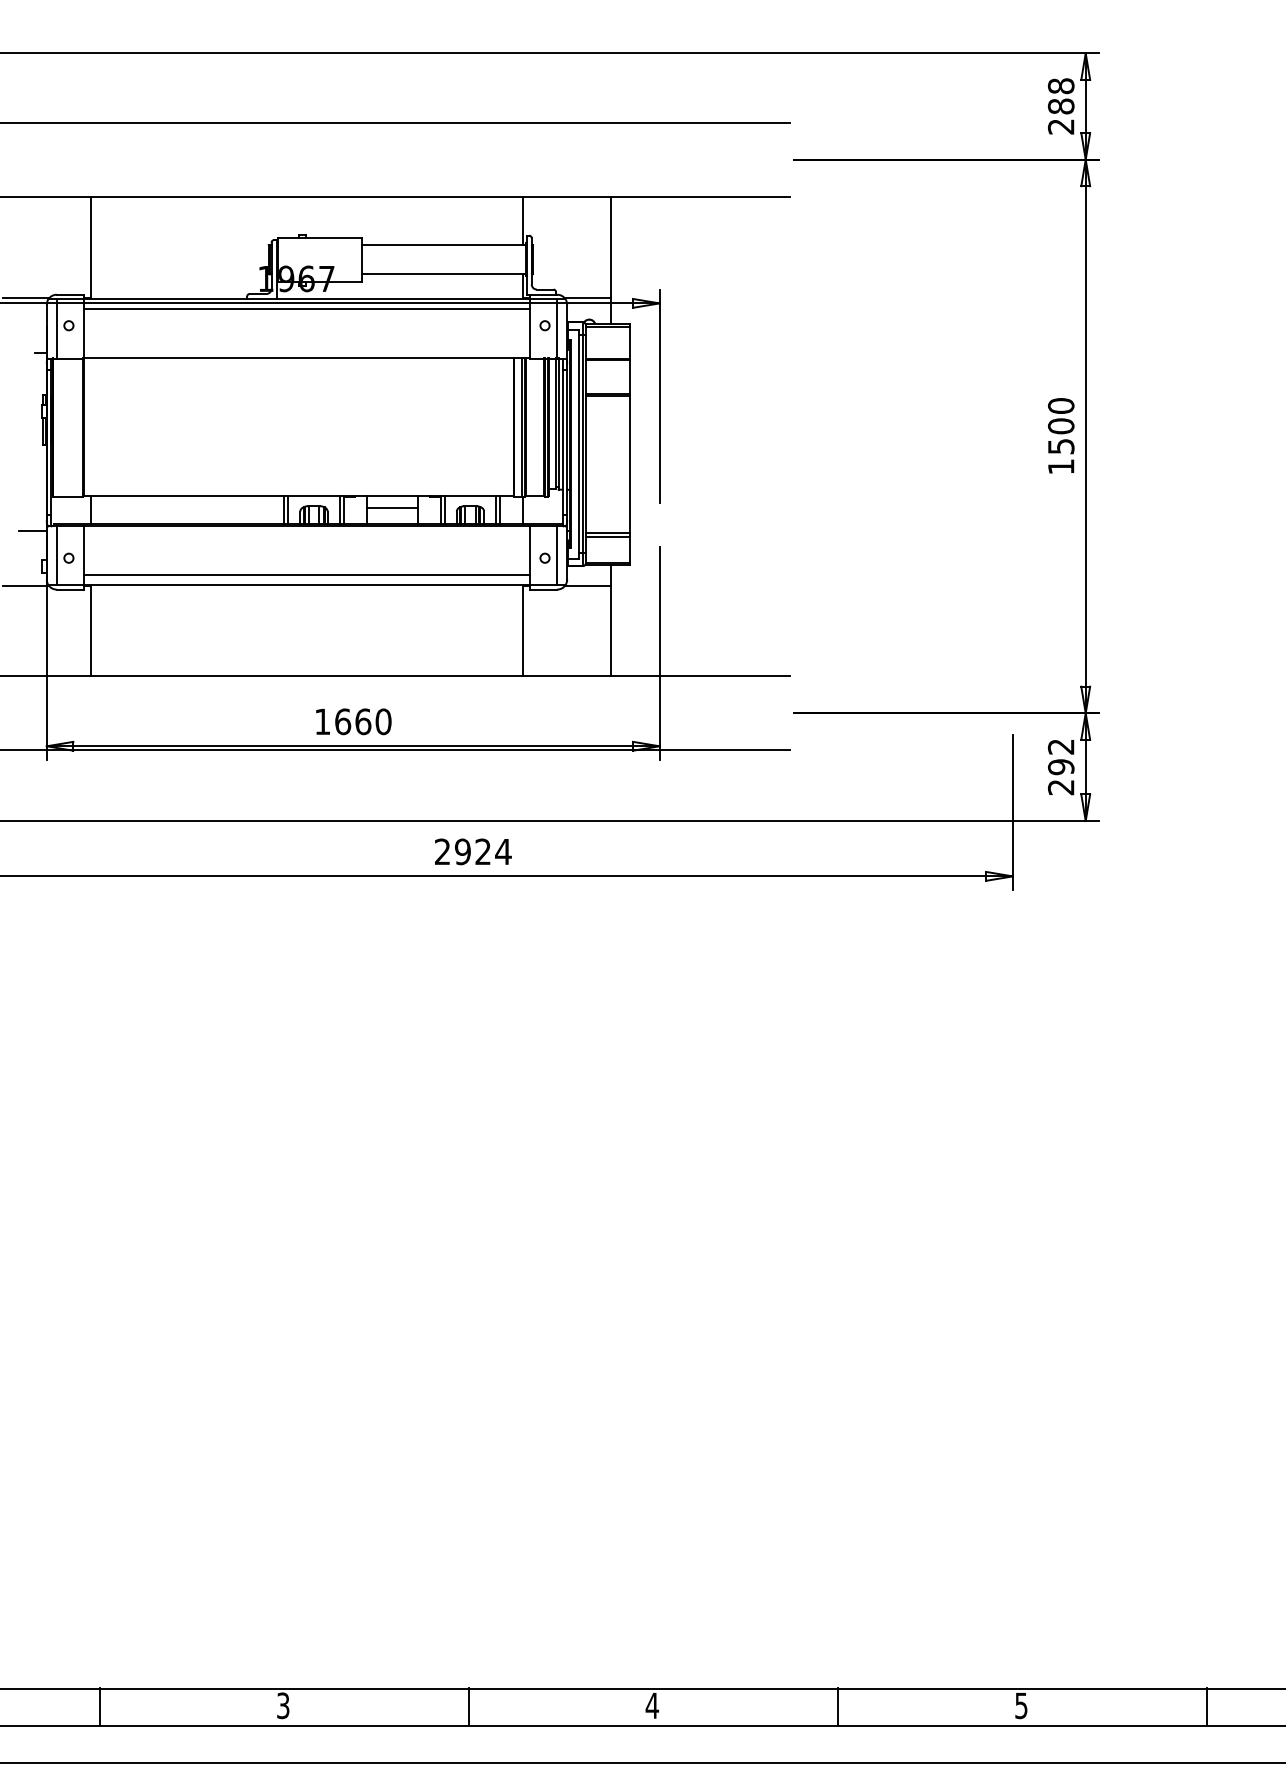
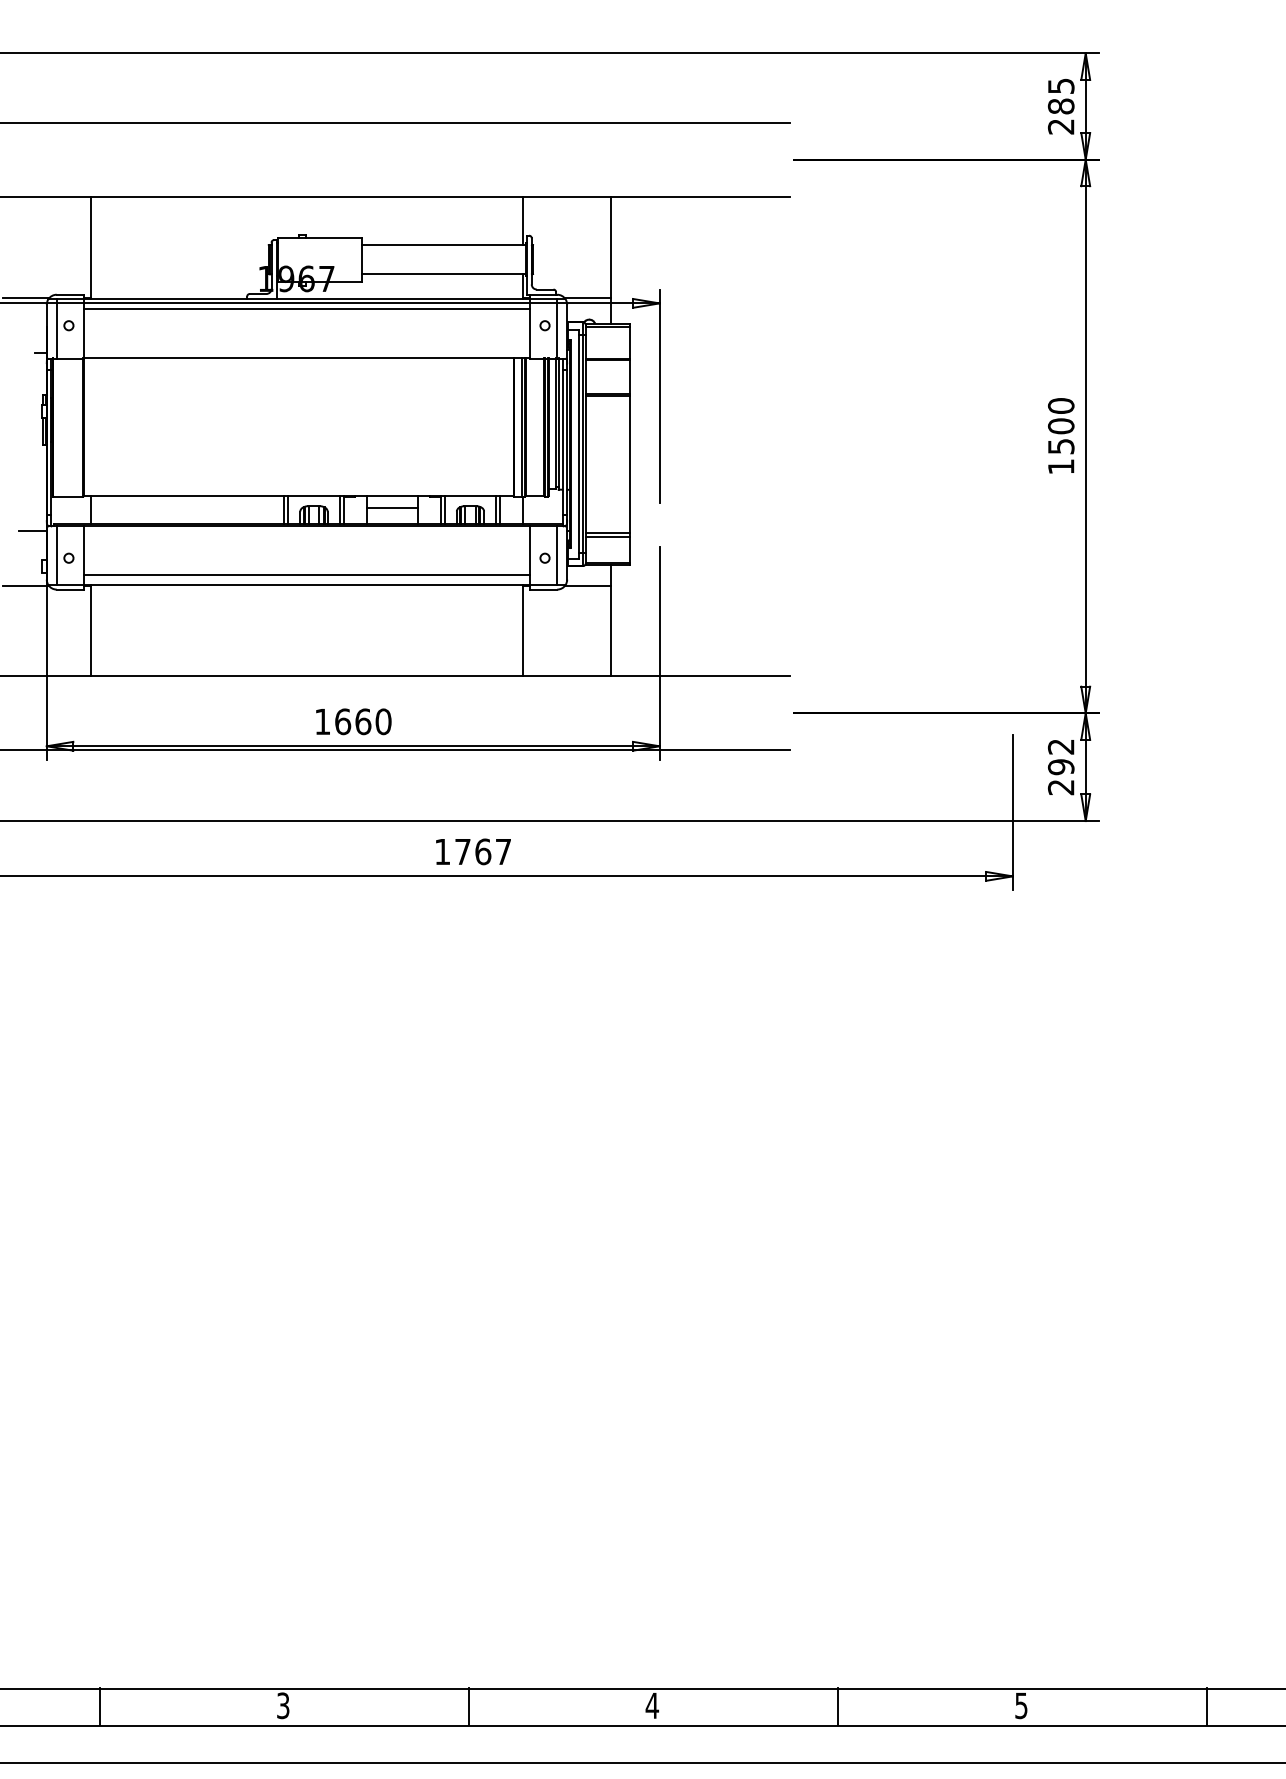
text at (1060, 86): 288 -> 285
text at (473, 851): 2924 -> 1767
